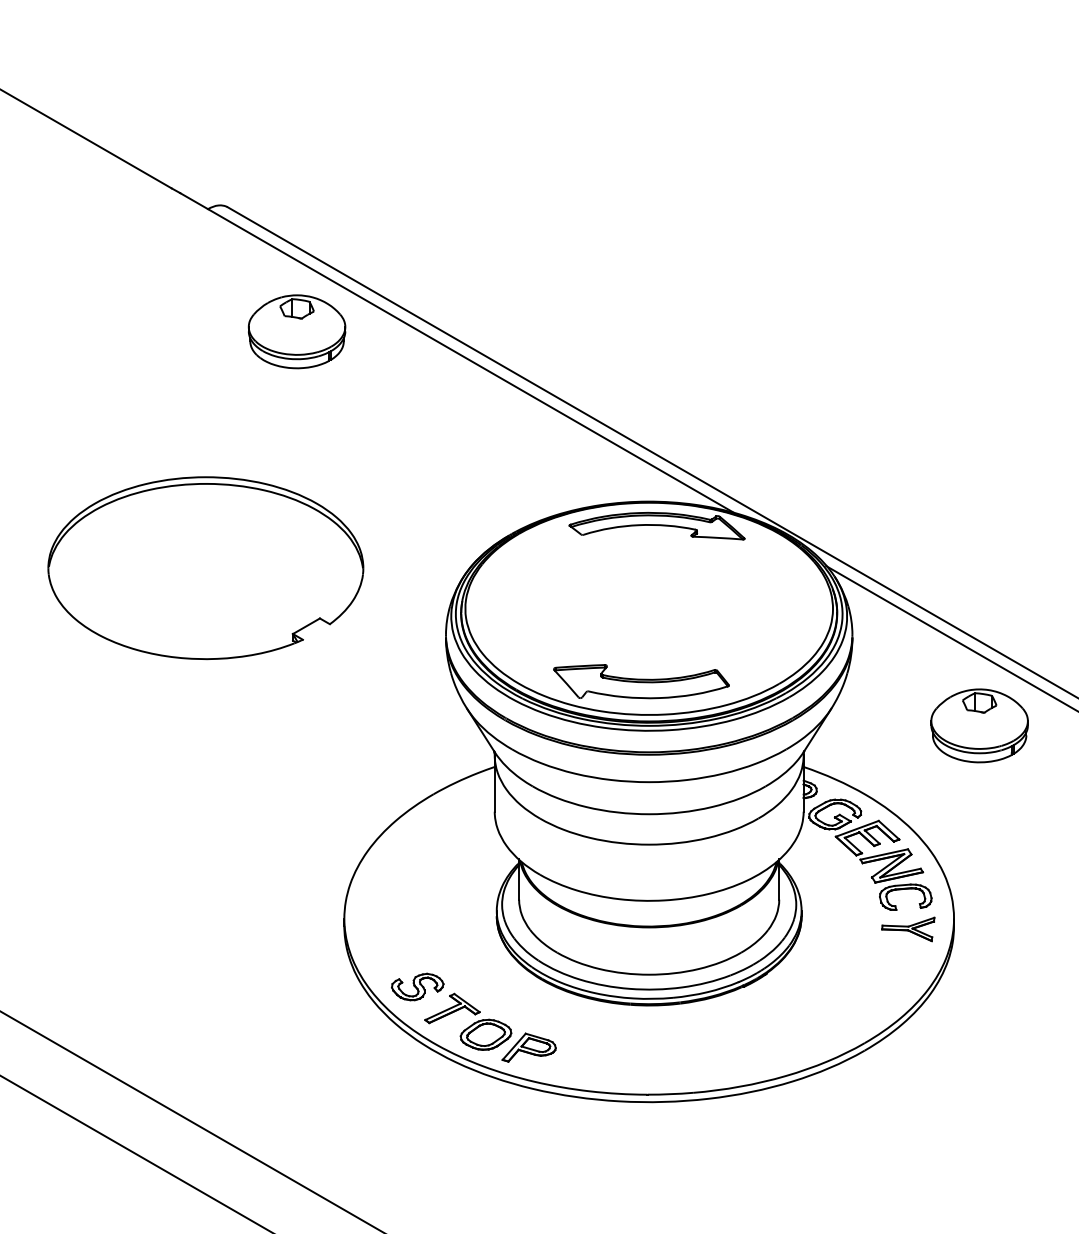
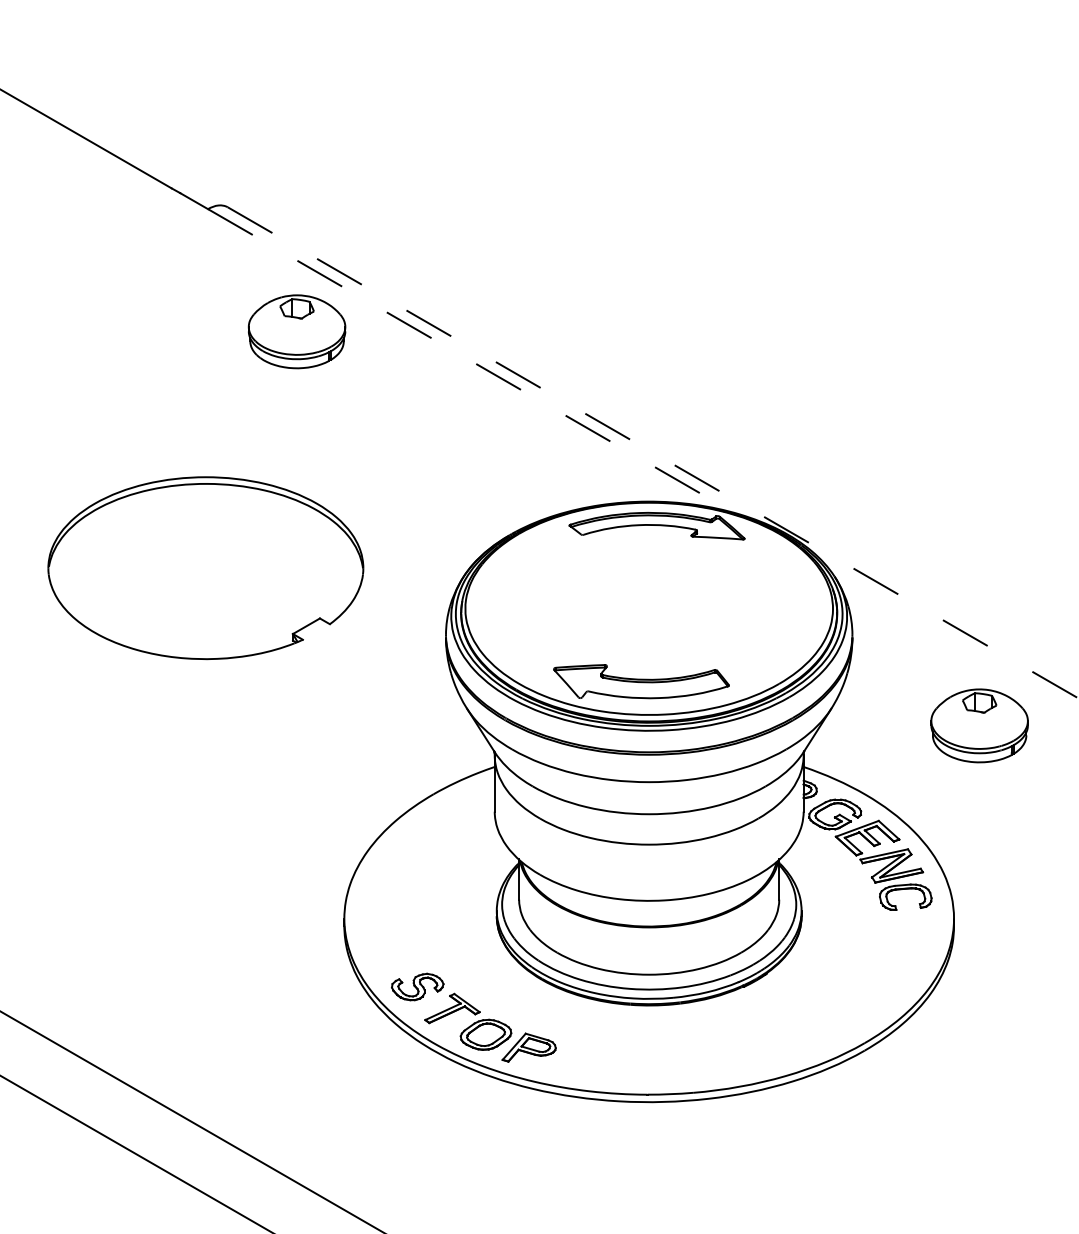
line at (470, 360): solid -> dashed
line at (653, 453): solid -> dashed
line at (950, 638): present -> none
part at (908, 929): present -> none
